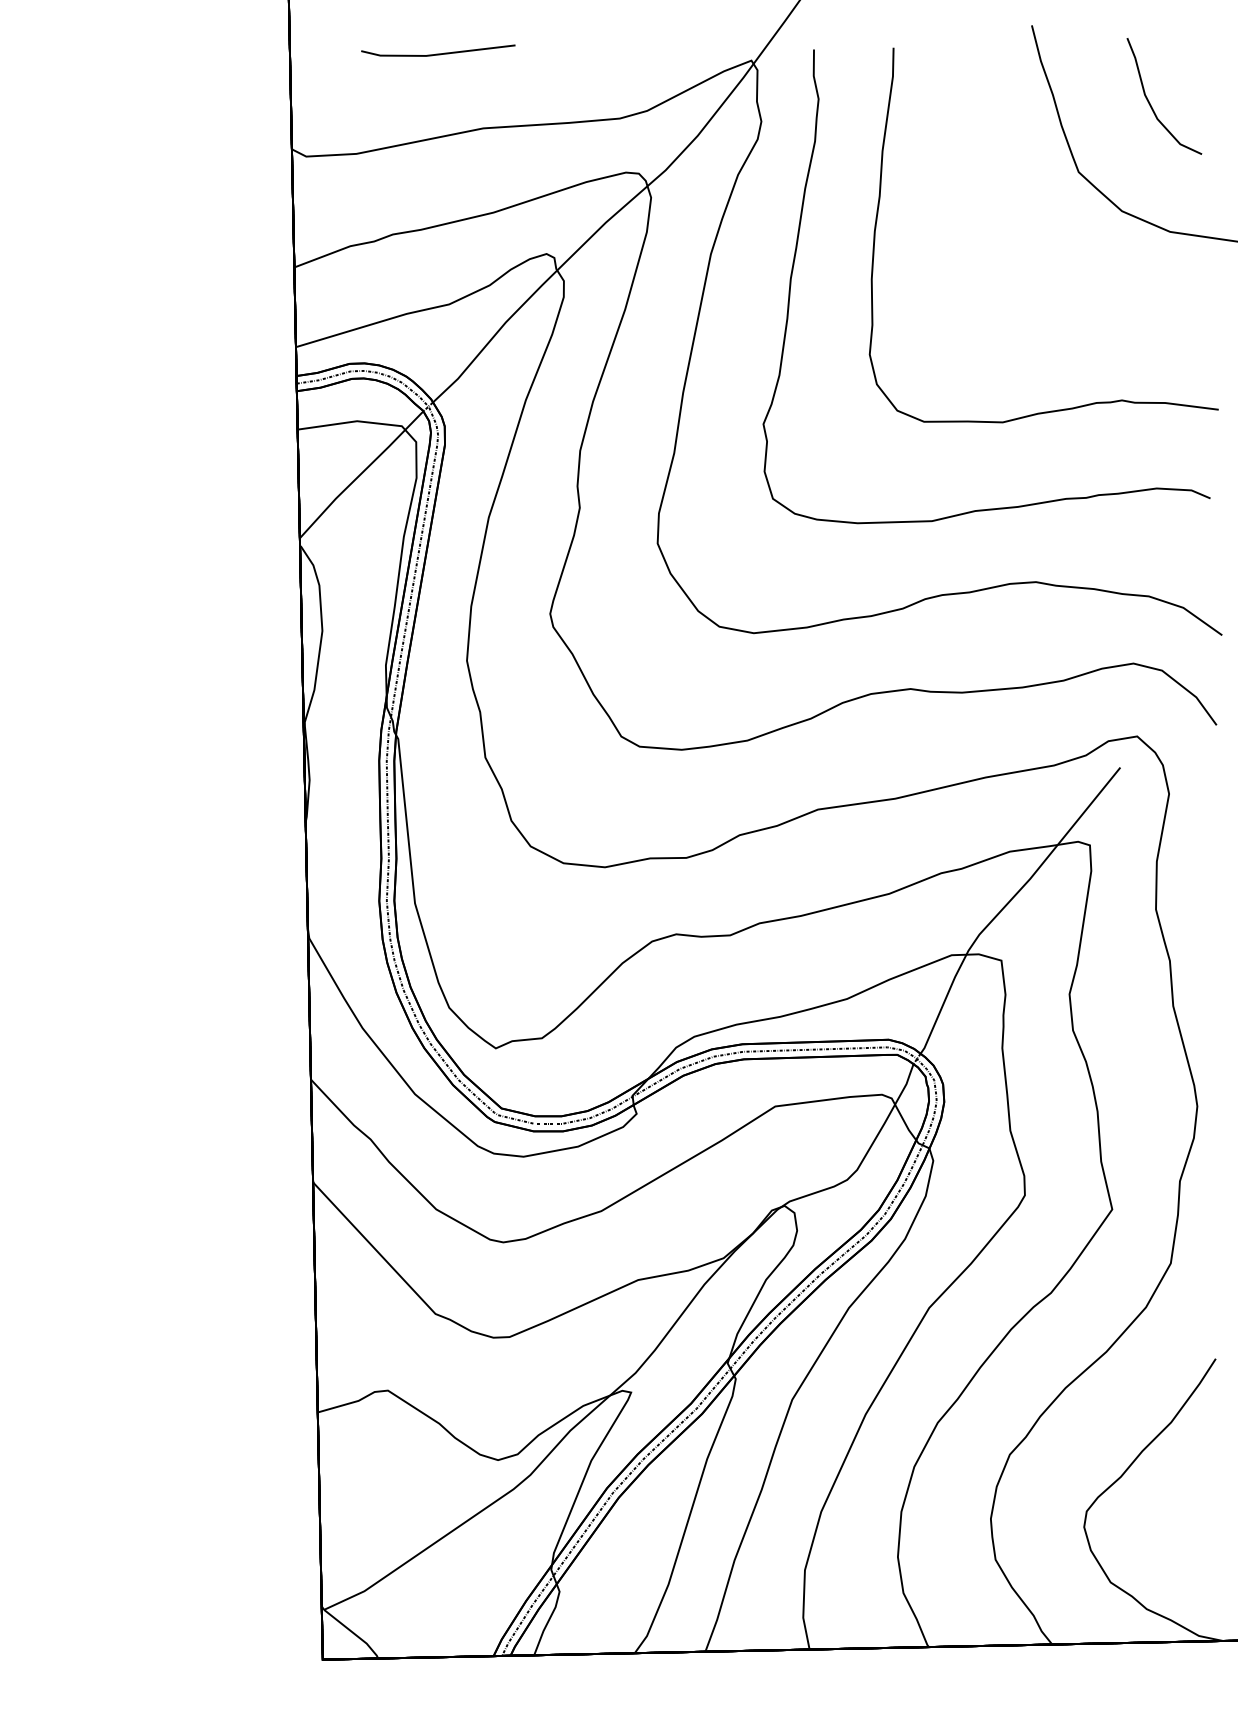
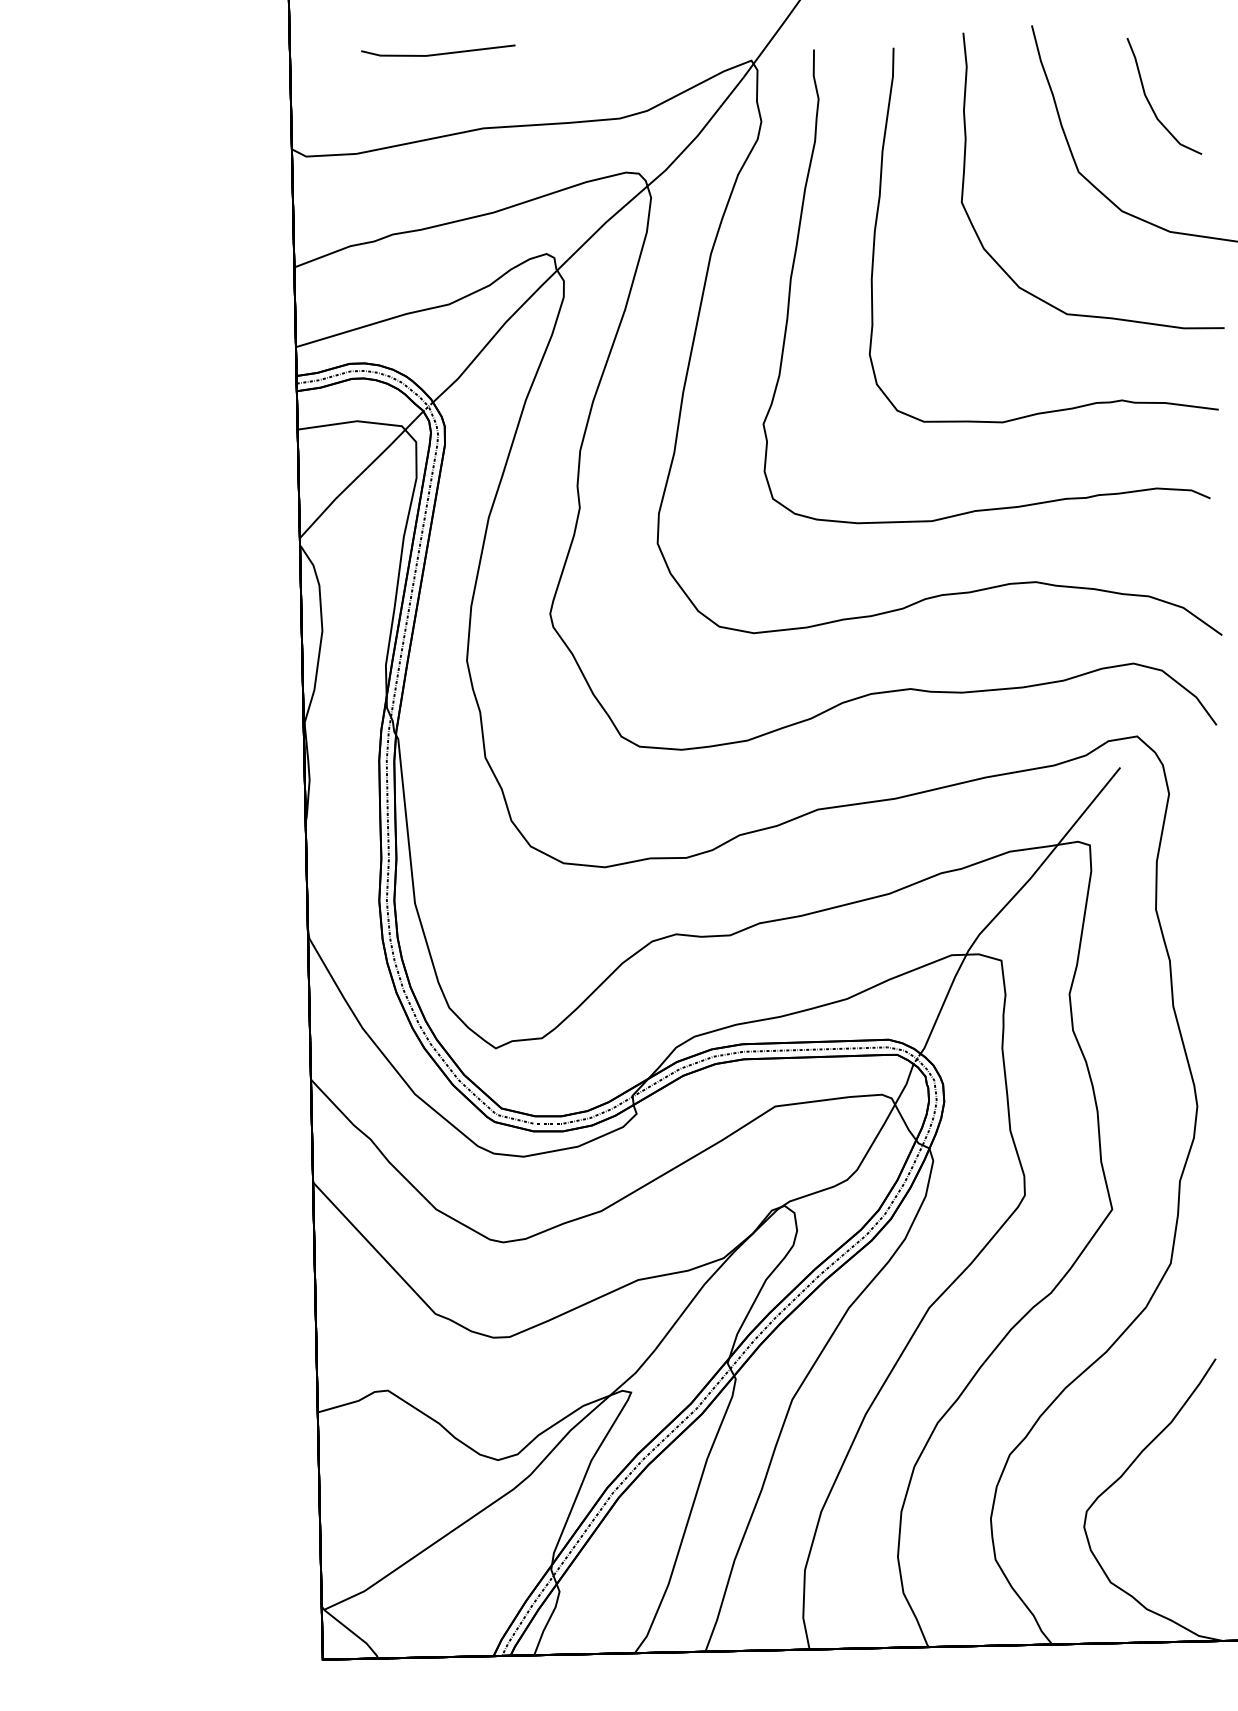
part at (1003, 268): none -> present
